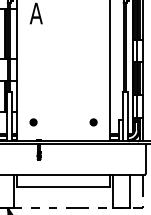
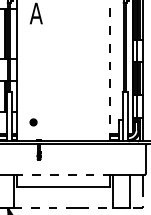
line at (110, 71): solid -> dashed
part at (93, 122): present -> none
line at (63, 174): solid -> dashed
